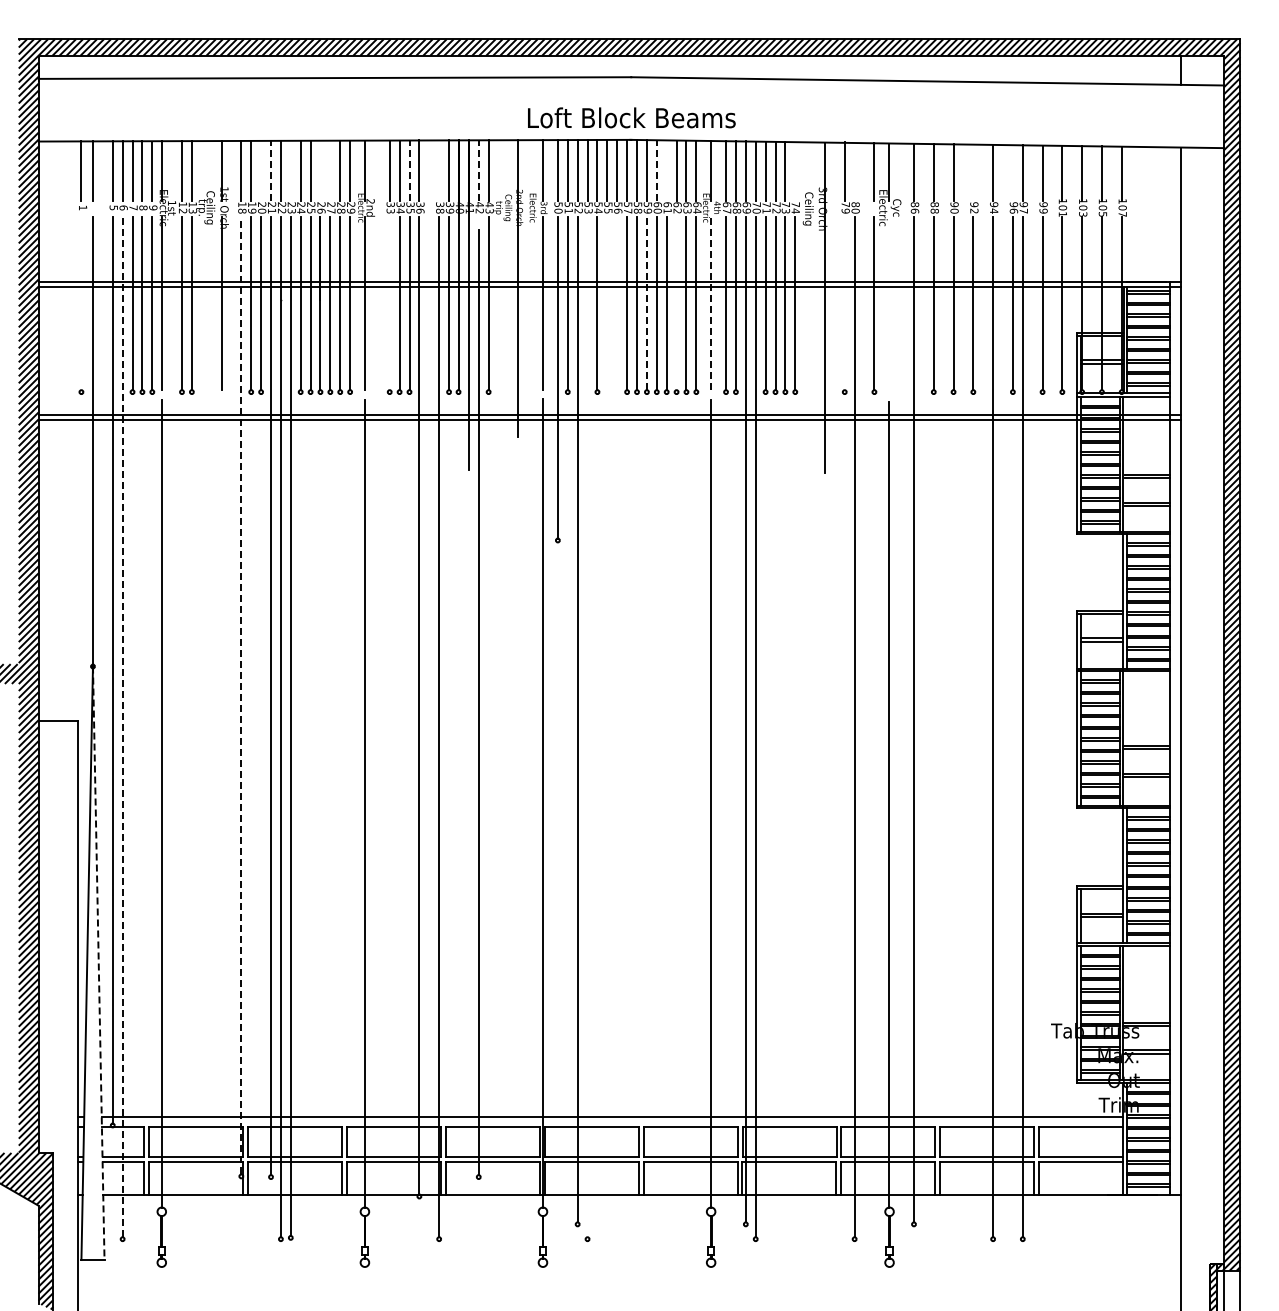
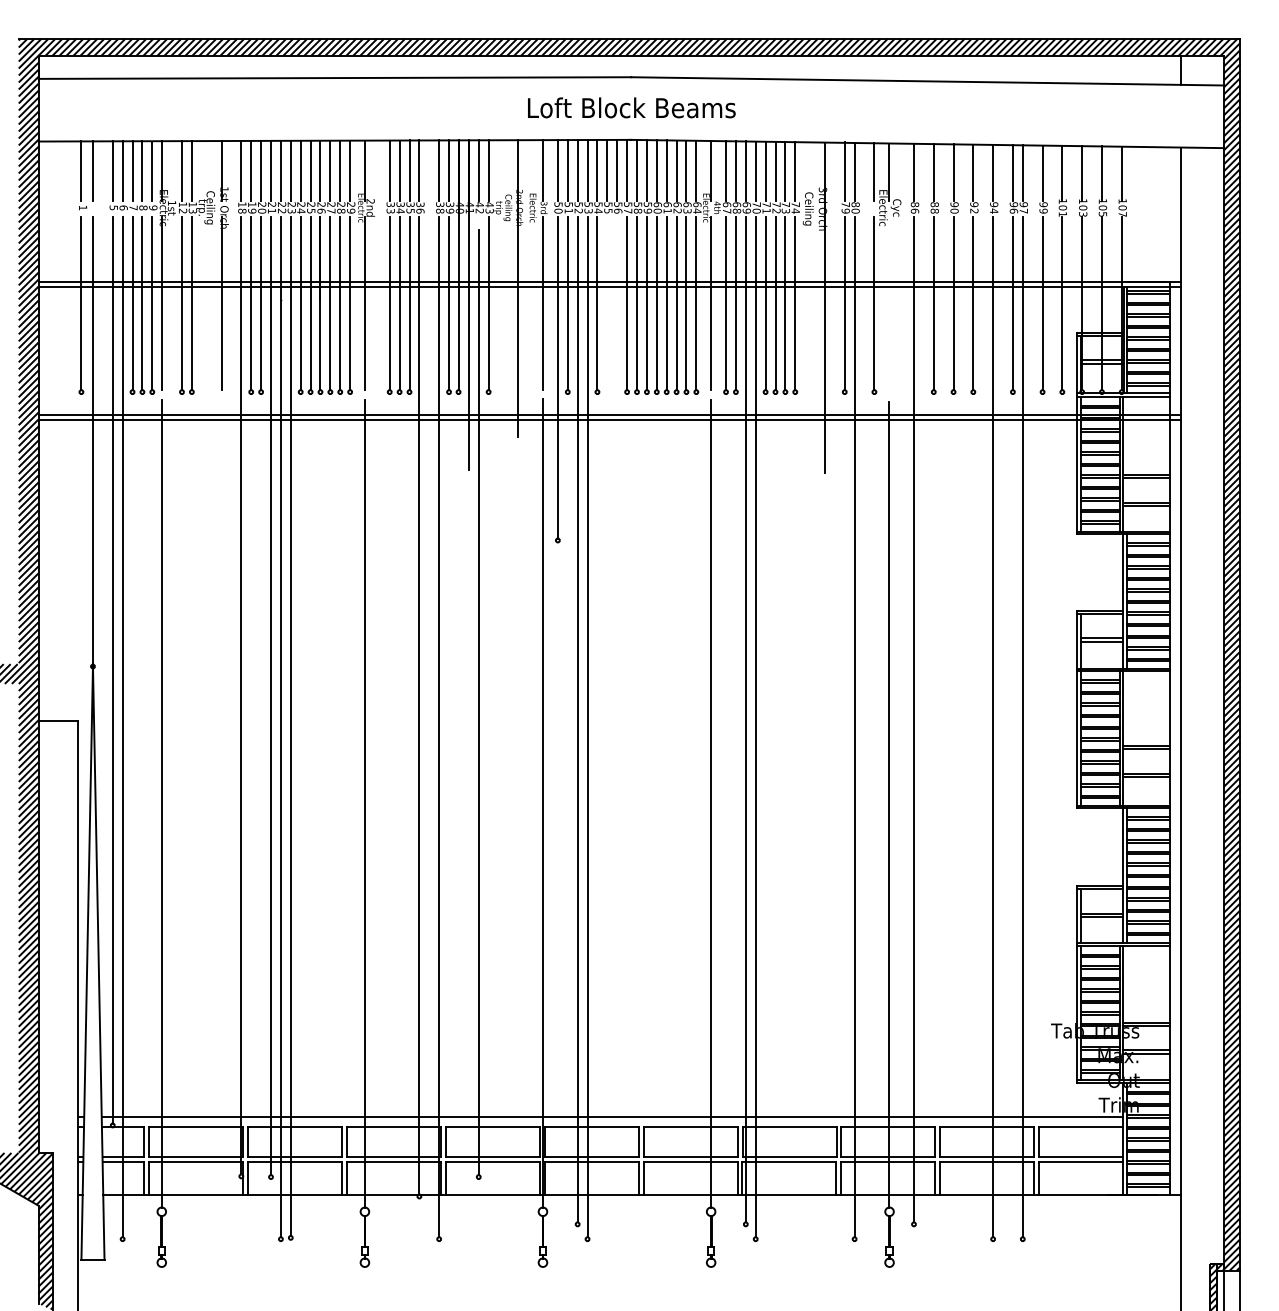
text at (631, 117) position: (631, 117) -> (631, 107)
line at (261, 170): none -> present
line at (271, 170): dashed -> solid
line at (290, 170): none -> present
line at (320, 170): none -> present
line at (330, 170): none -> present
line at (409, 170): dashed -> solid
line at (439, 170): none -> present
line at (478, 170): dashed -> solid
line at (656, 170): dashed -> solid
line at (666, 170): none -> present
line at (795, 171): none -> present
line at (854, 171): none -> present
line at (973, 172): none -> present
line at (1012, 172): none -> present
line at (81, 303): none -> present
line at (389, 303): none -> present
line at (646, 303): dashed -> solid
line at (676, 303): none -> present
line at (711, 303): dashed -> solid
line at (844, 303): none -> present
line at (241, 695): dashed -> solid
line at (122, 726): dashed -> solid
line at (587, 727): none -> present
line at (98, 963): dashed -> solid
